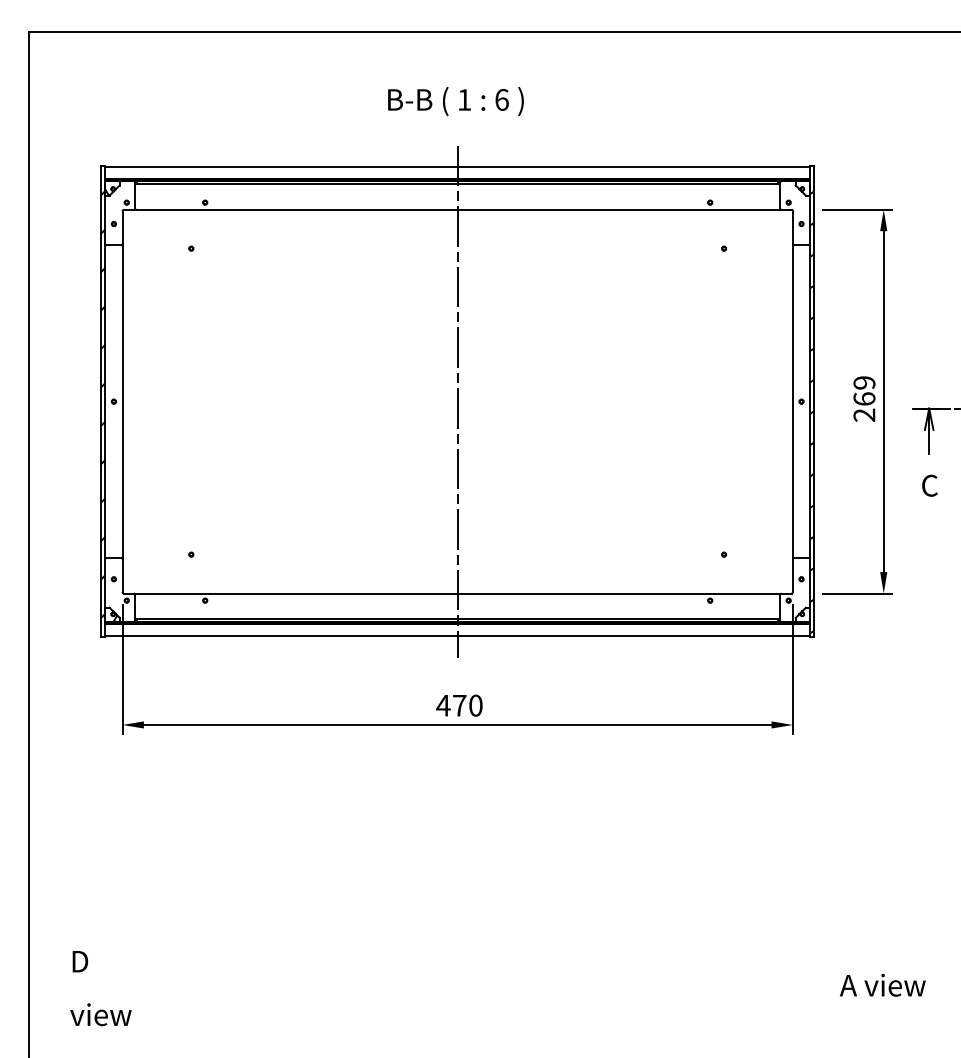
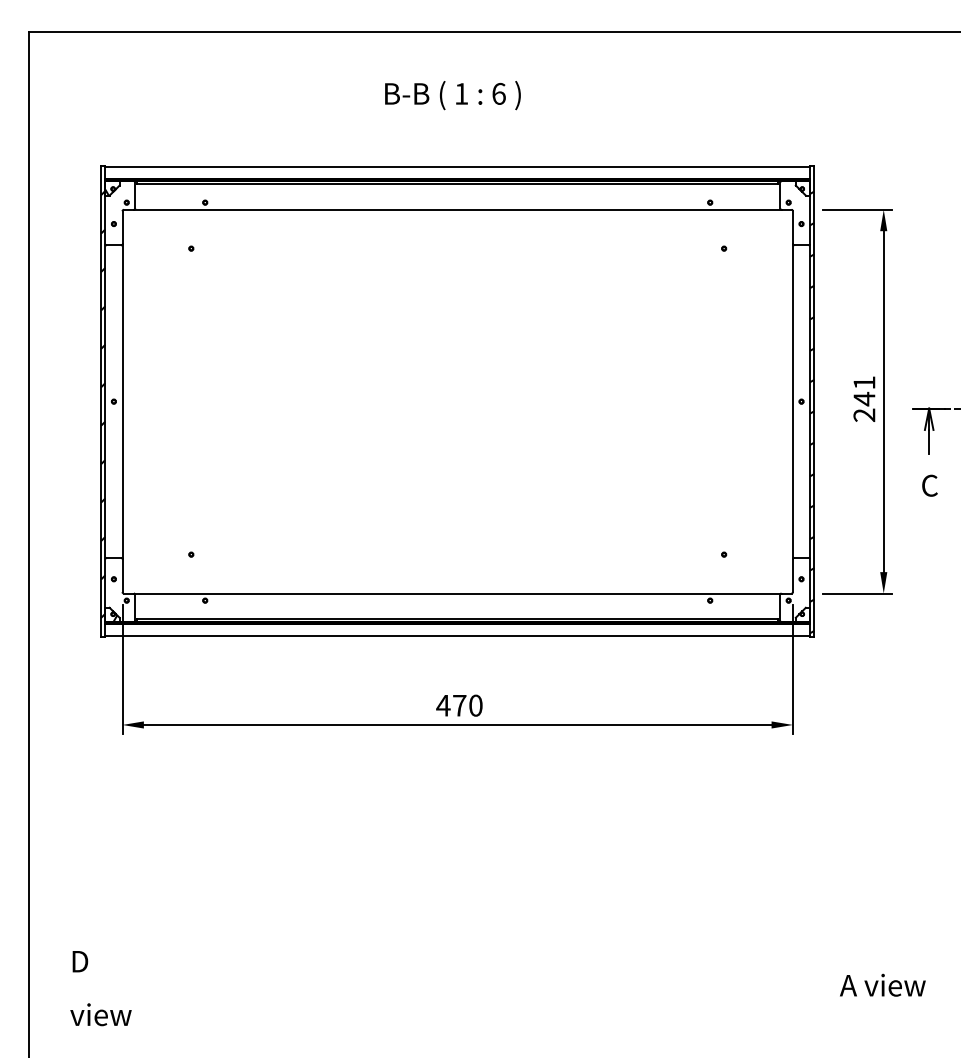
text at (455, 101) position: (455, 101) -> (452, 95)
text at (864, 391): 269 -> 241
line at (457, 401): present -> none
